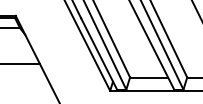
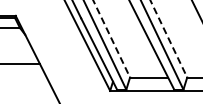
line at (111, 38): solid -> dashed
line at (168, 38): solid -> dashed
